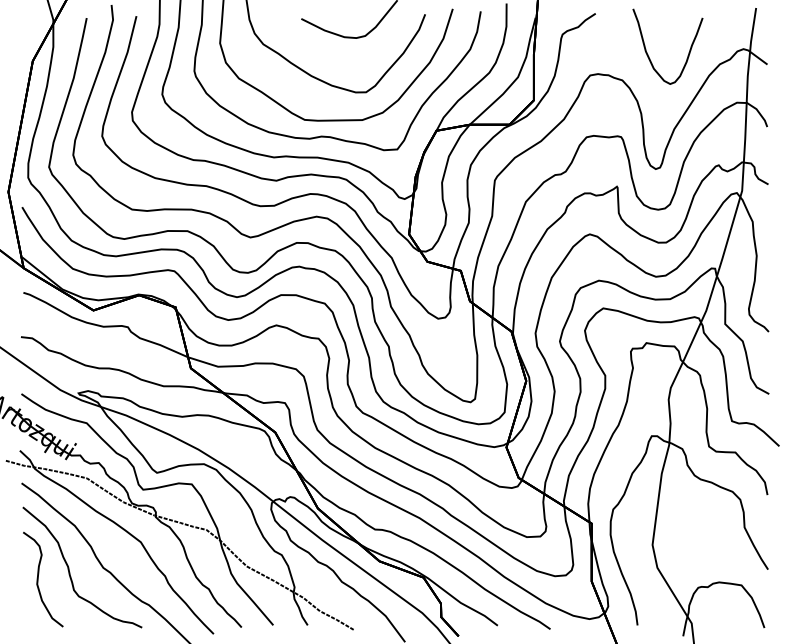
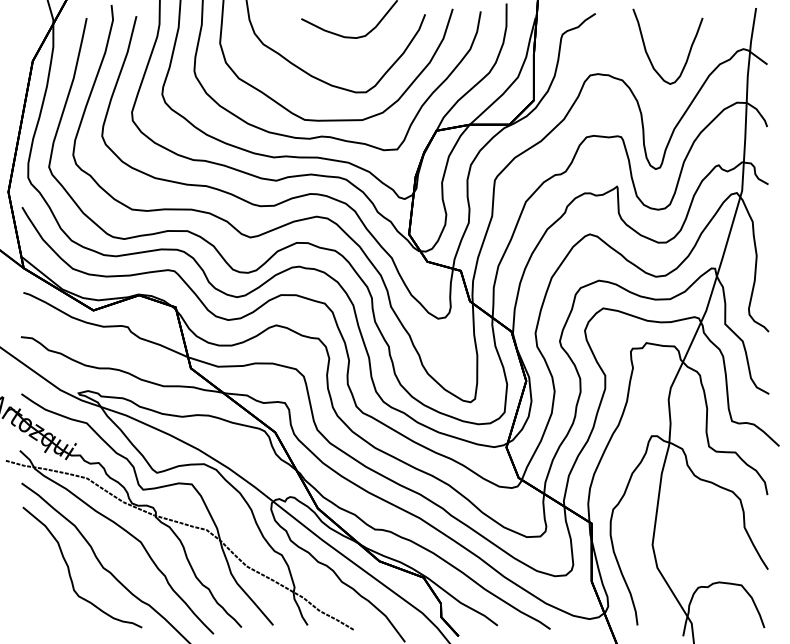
curve at (38, 579): present -> none
